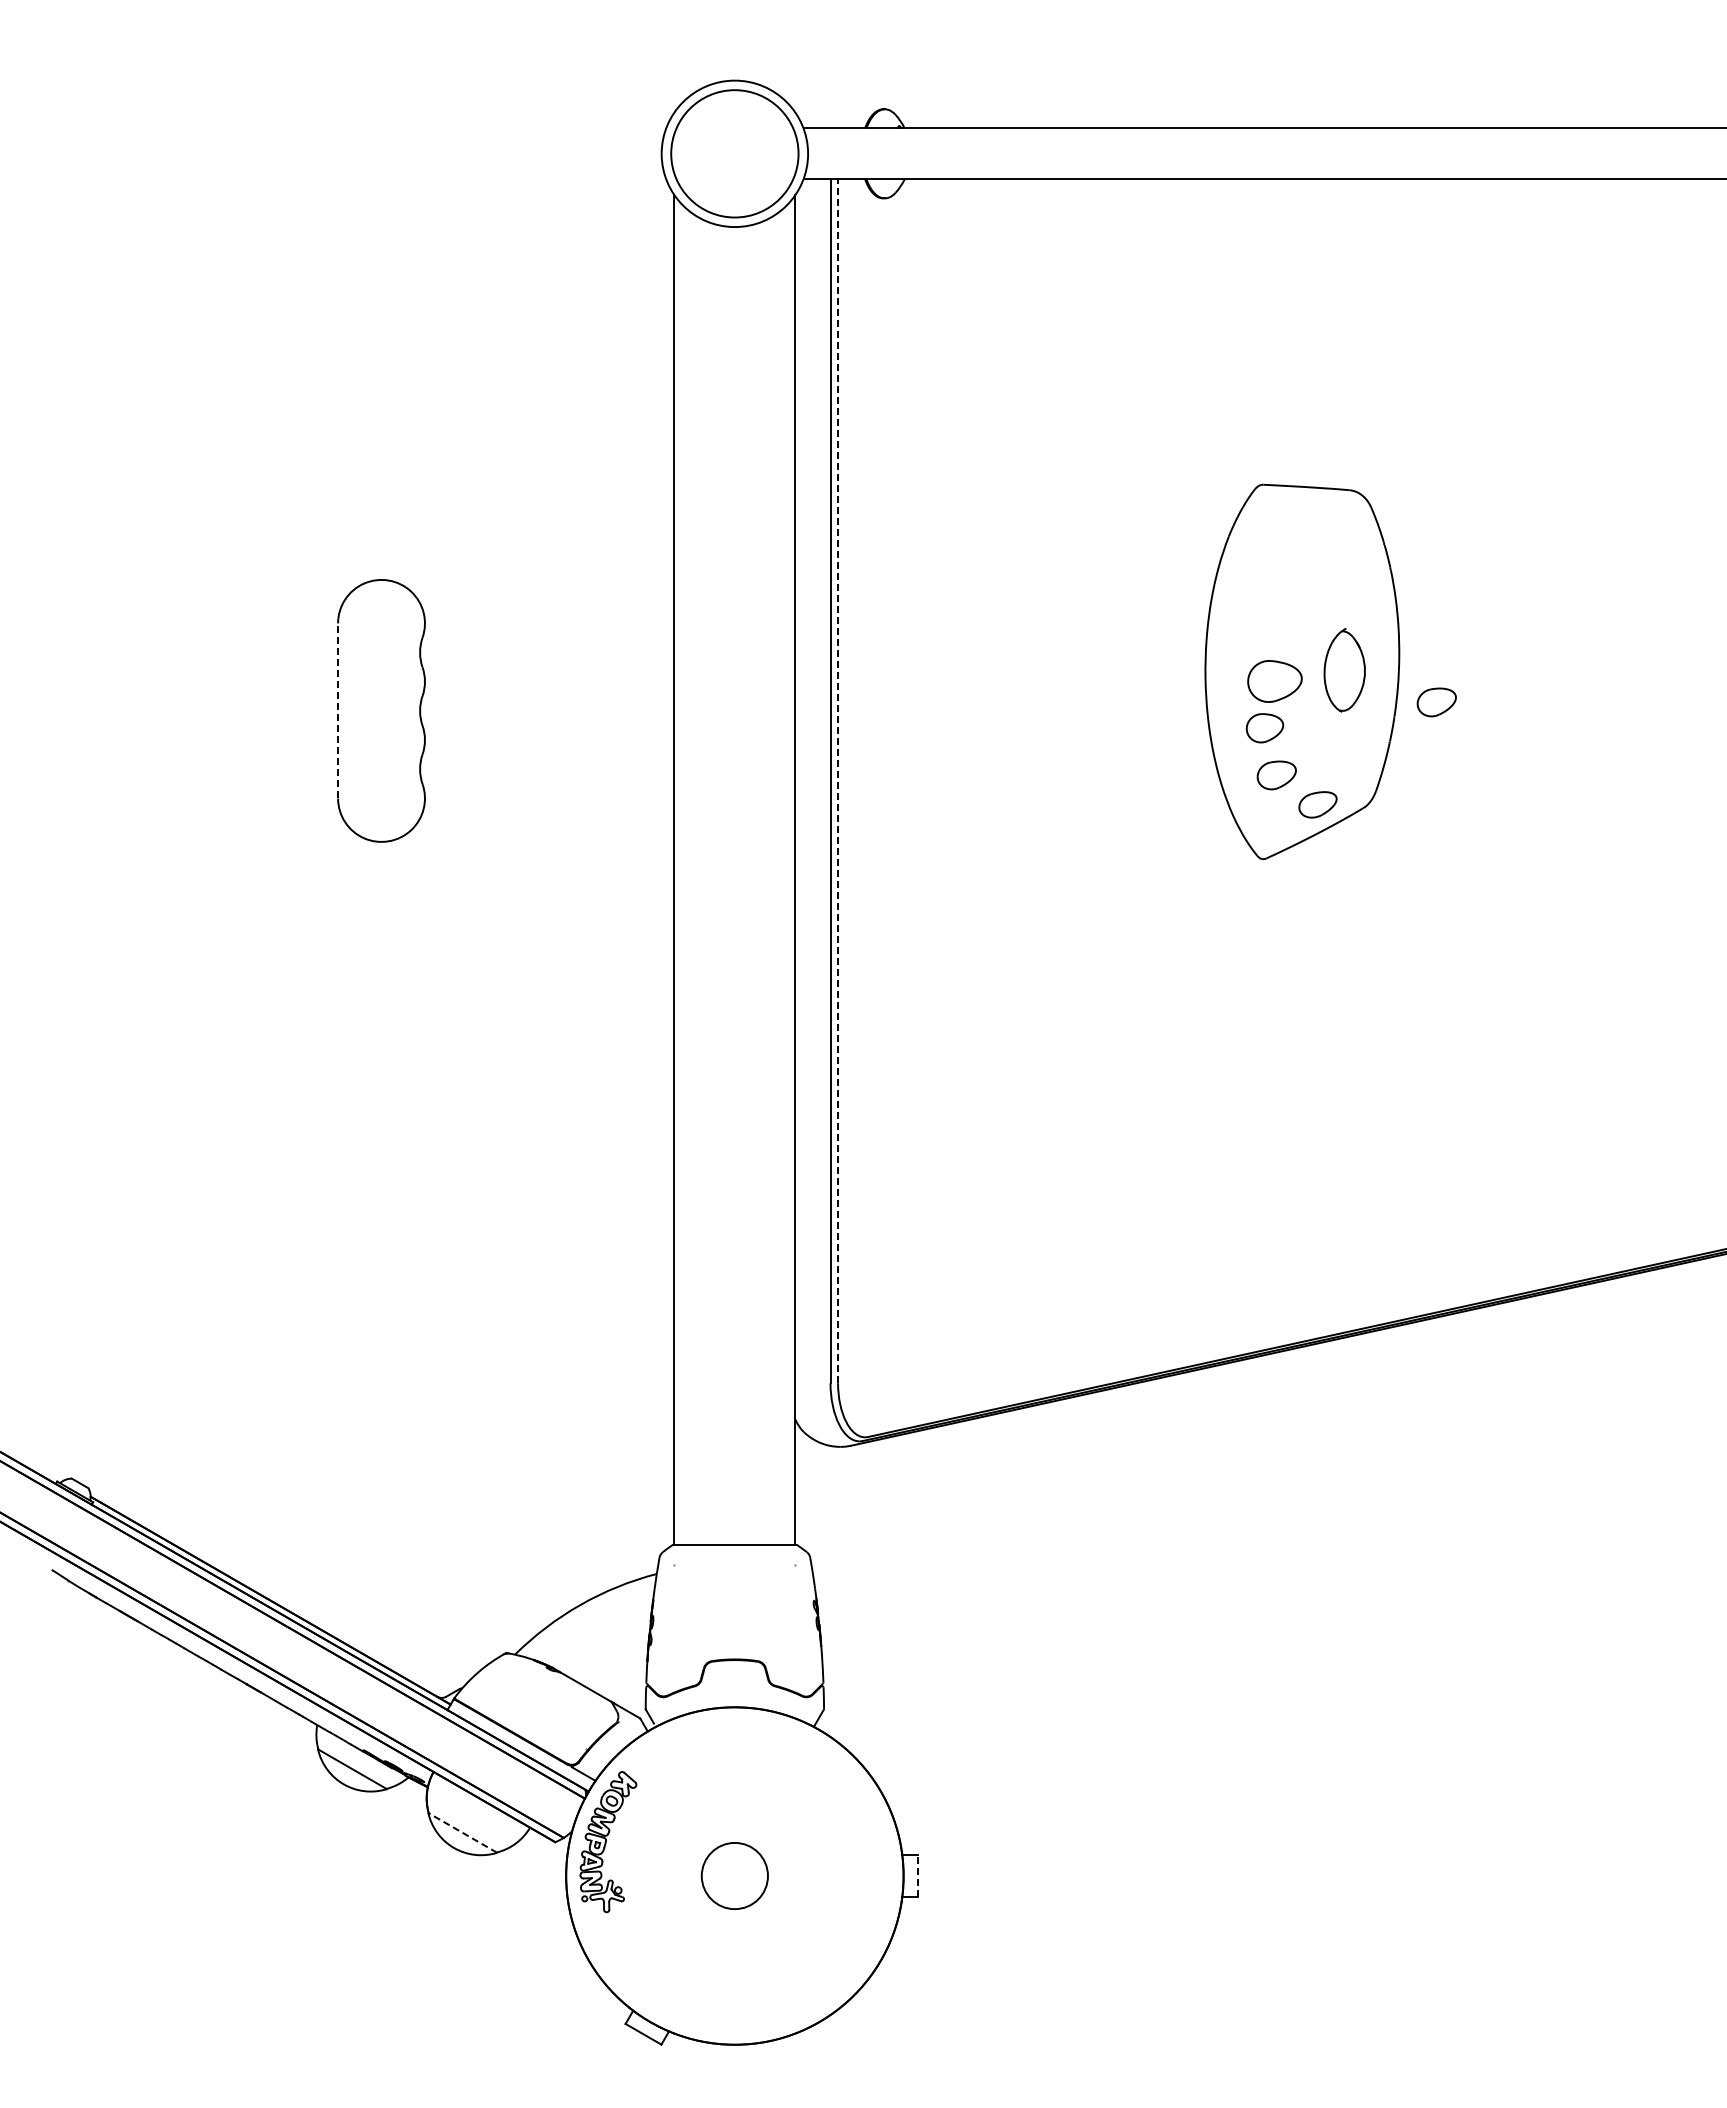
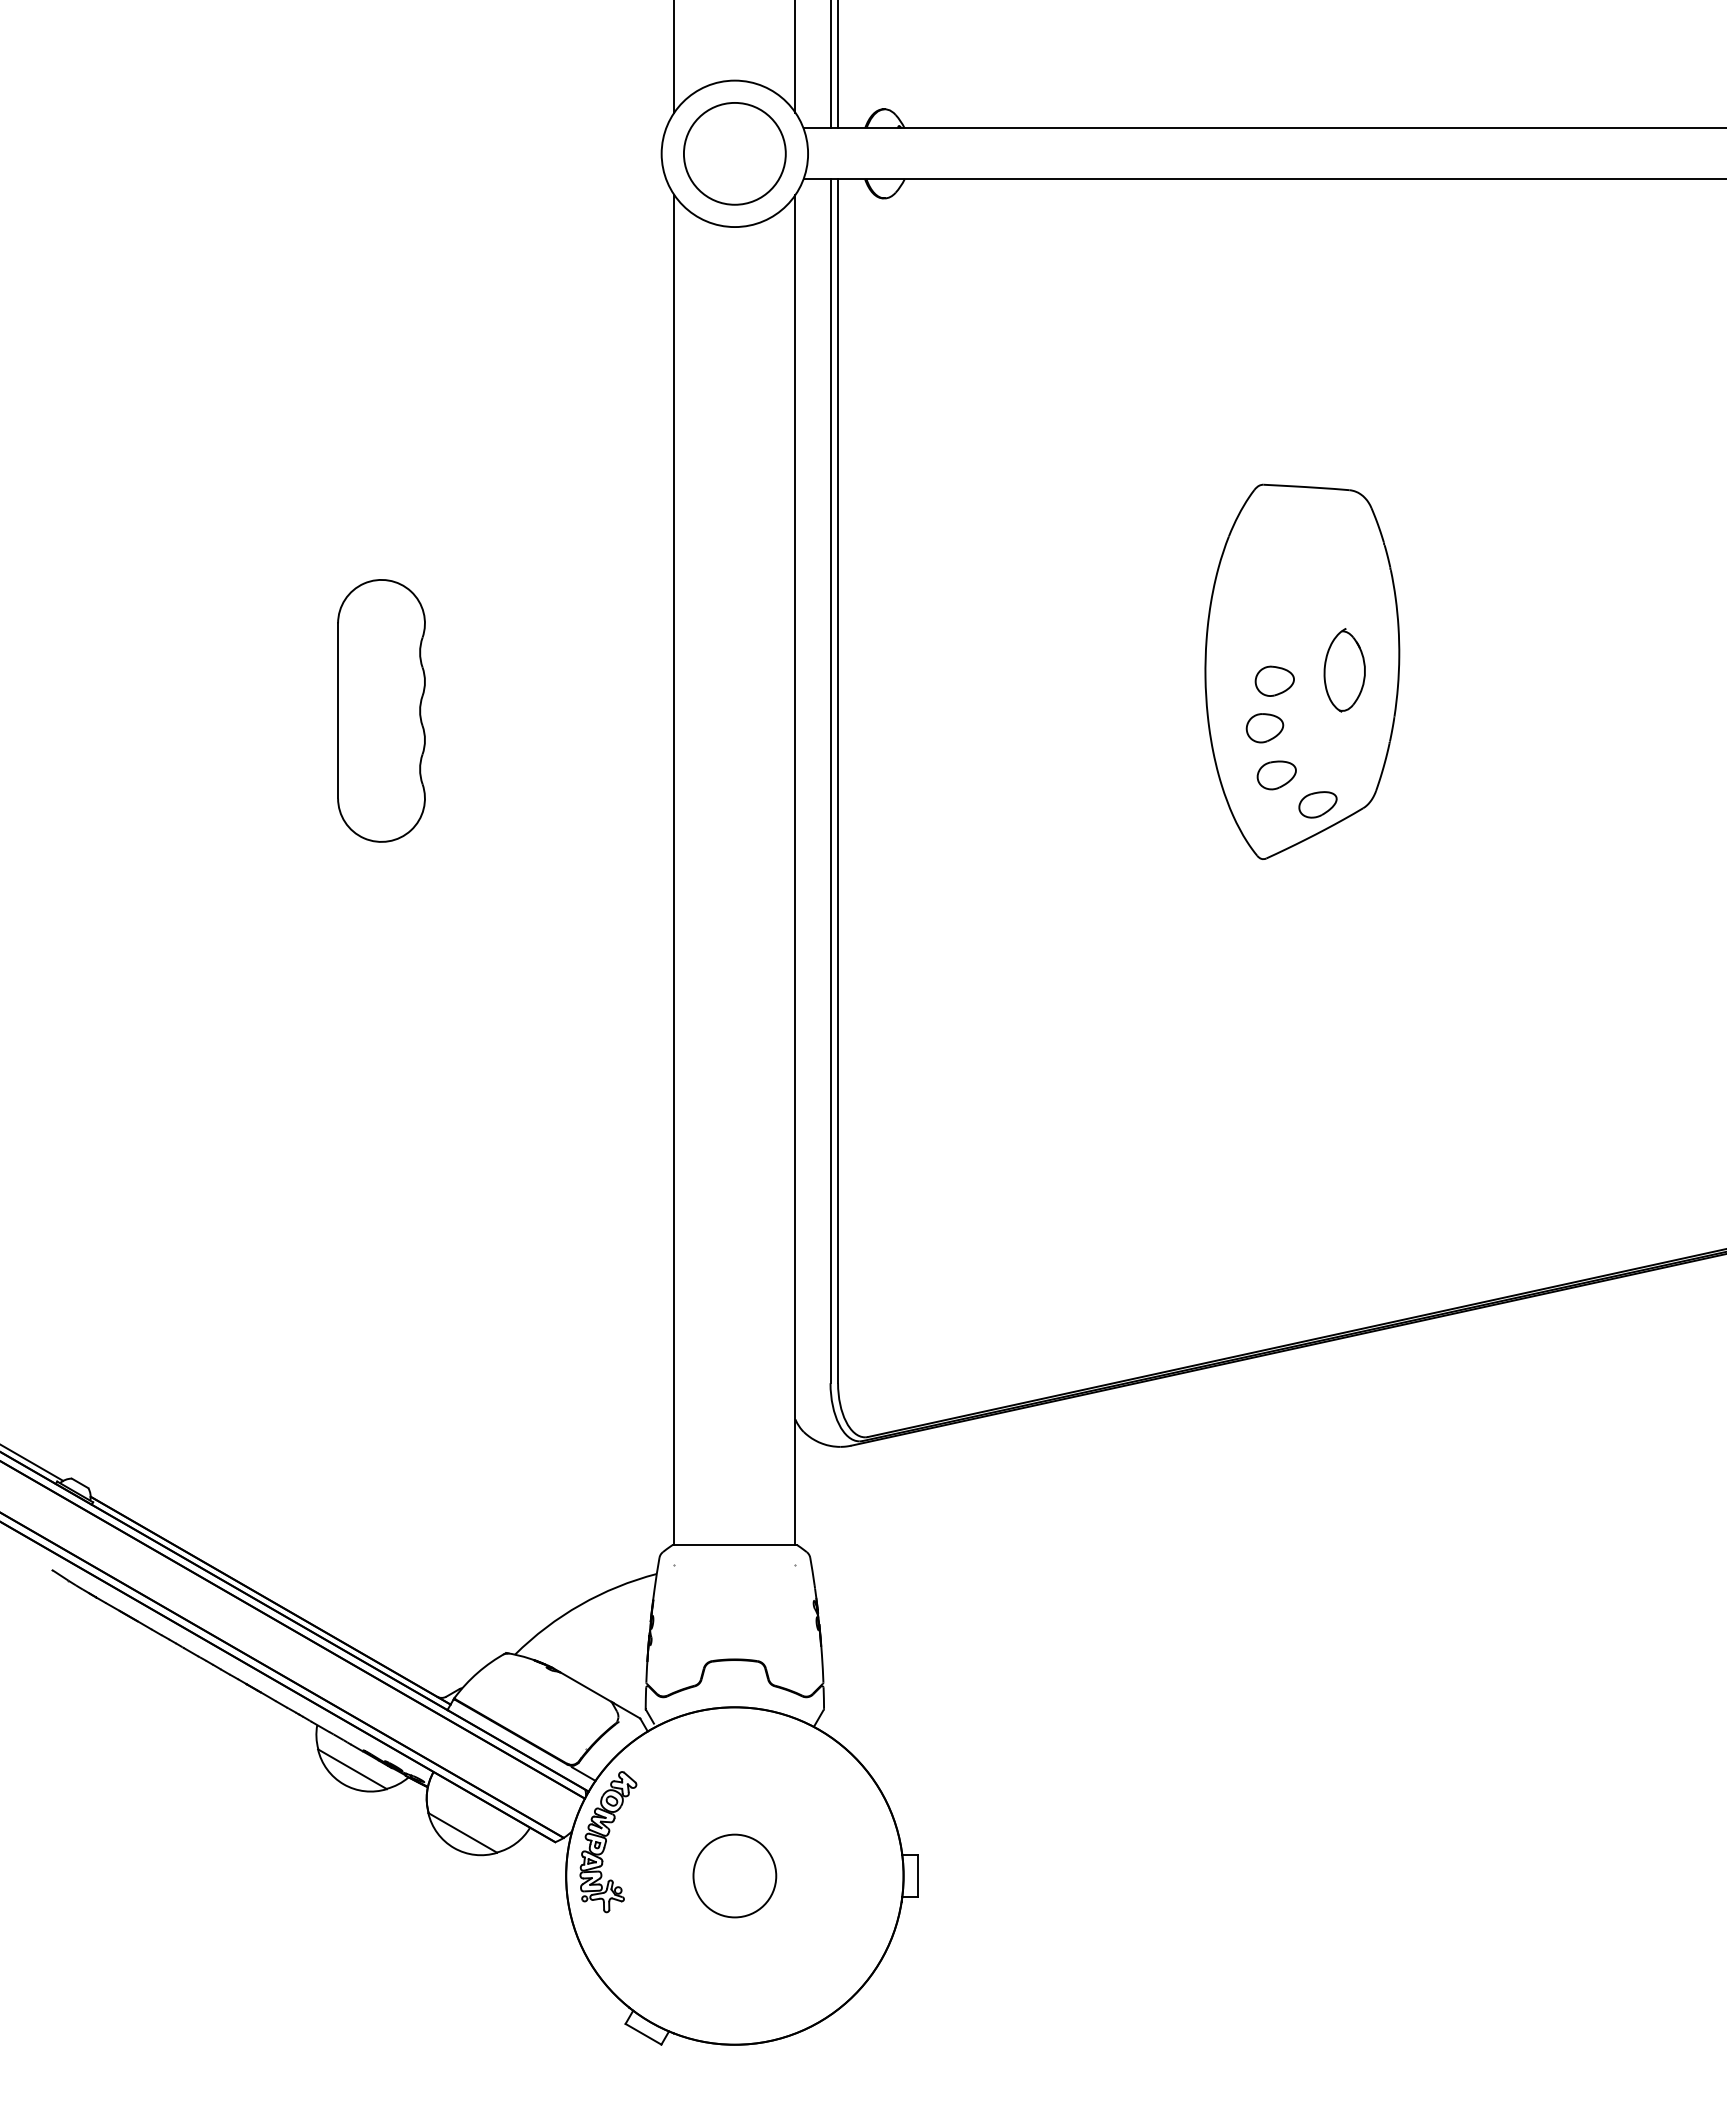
line at (674, 57): none -> present
line at (795, 57): none -> present
line at (830, 65): none -> present
line at (838, 65): none -> present
circle at (734, 153) diameter: 127 px -> 102 px
part at (1274, 681) size: 56x43 px -> 41x32 px
part at (1436, 702): present -> none
line at (338, 710): dashed -> solid
line at (838, 781): dashed -> solid
line at (32, 1462): none -> present
line at (462, 1832): dashed -> solid
circle at (734, 1875) diameter: 66 px -> 83 px
line at (917, 1876): dashed -> solid
